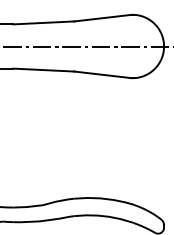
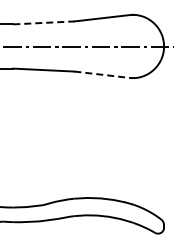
line at (43, 22): solid -> dashed
line at (103, 74): solid -> dashed
